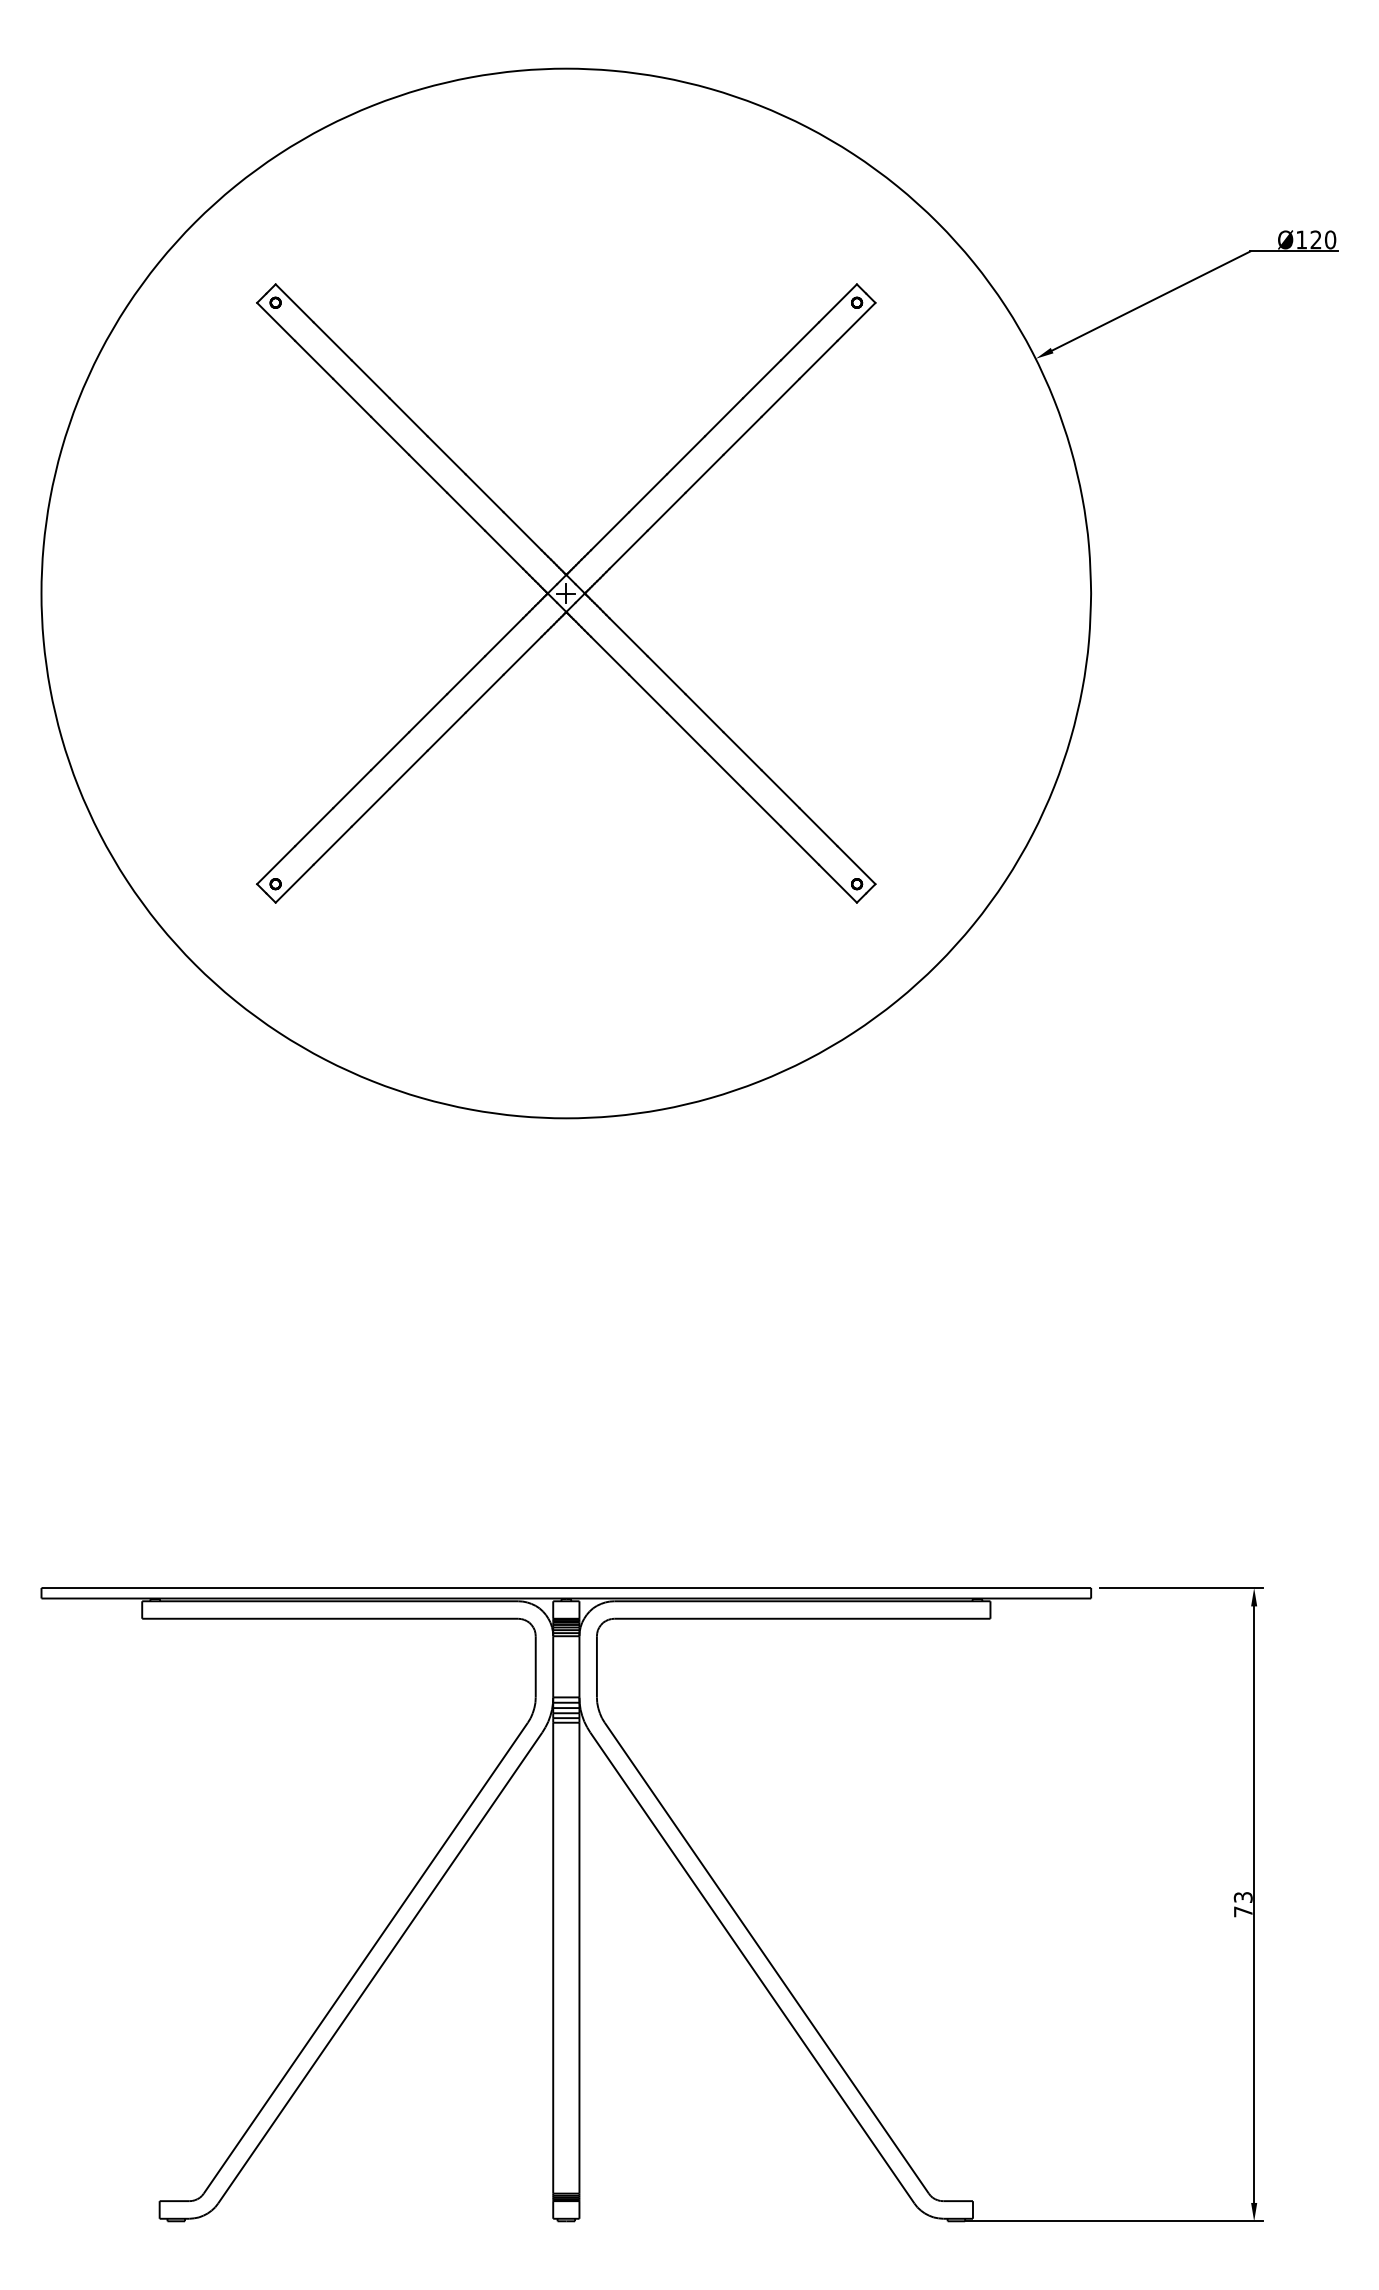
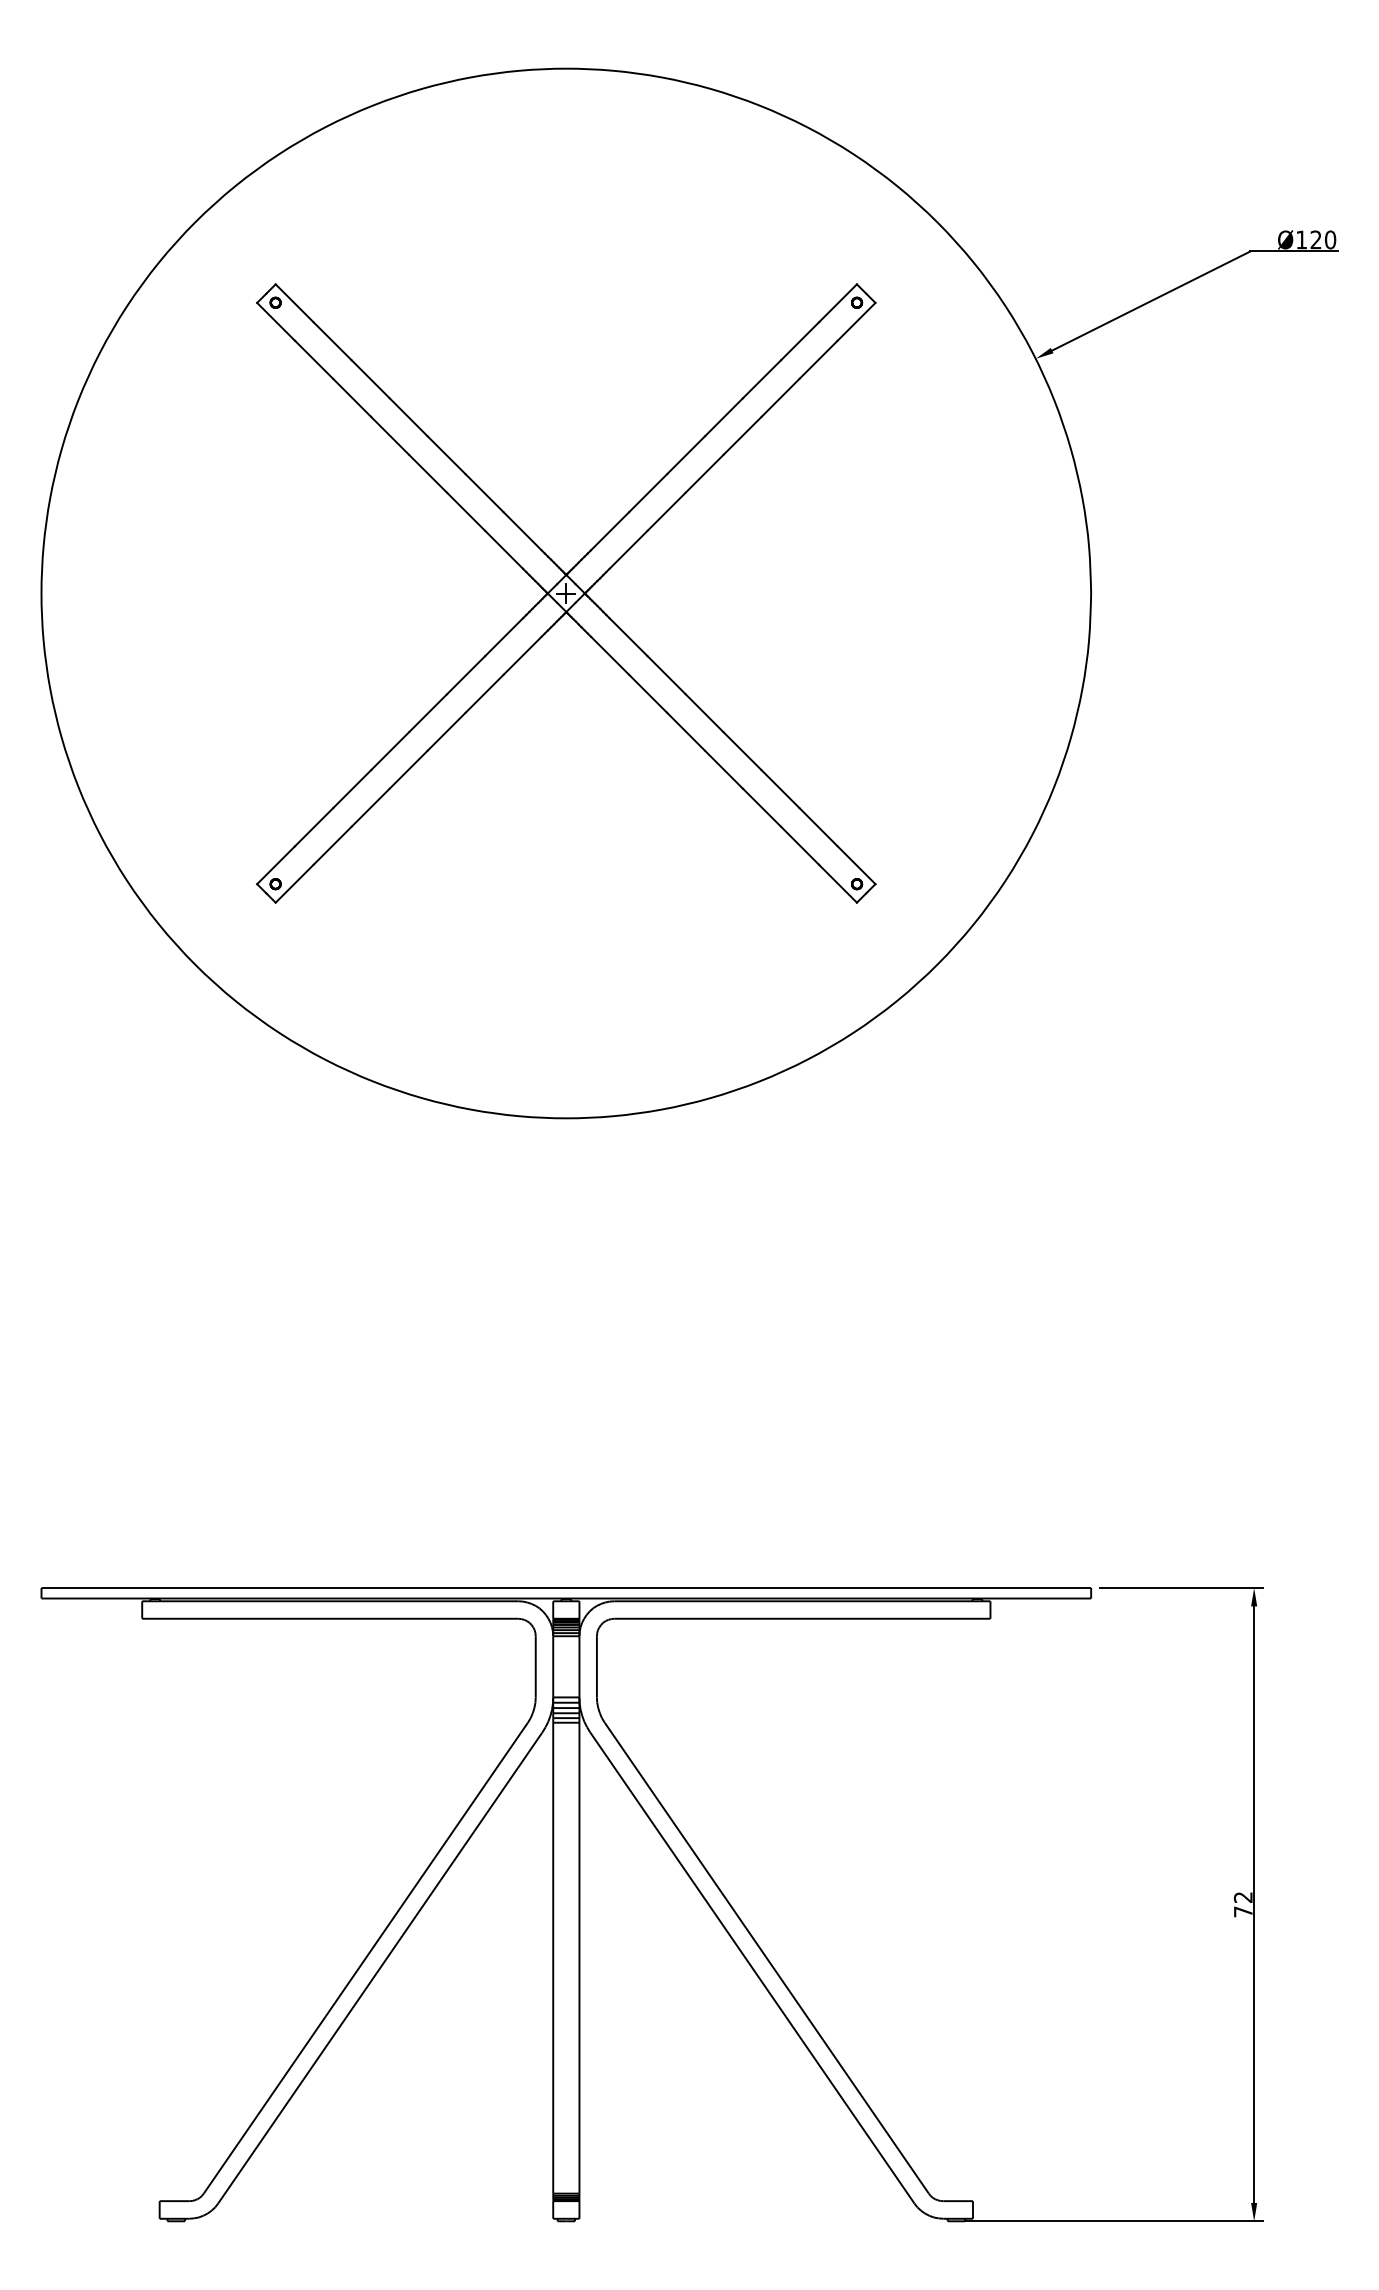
text at (1243, 1897): 73 -> 72
